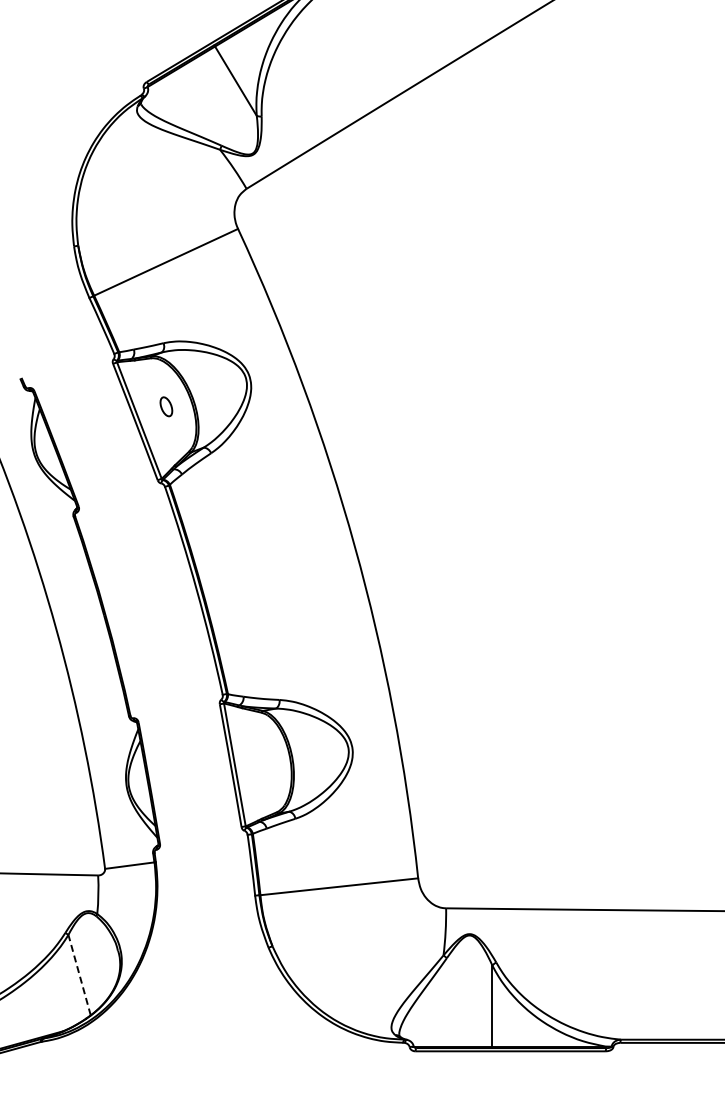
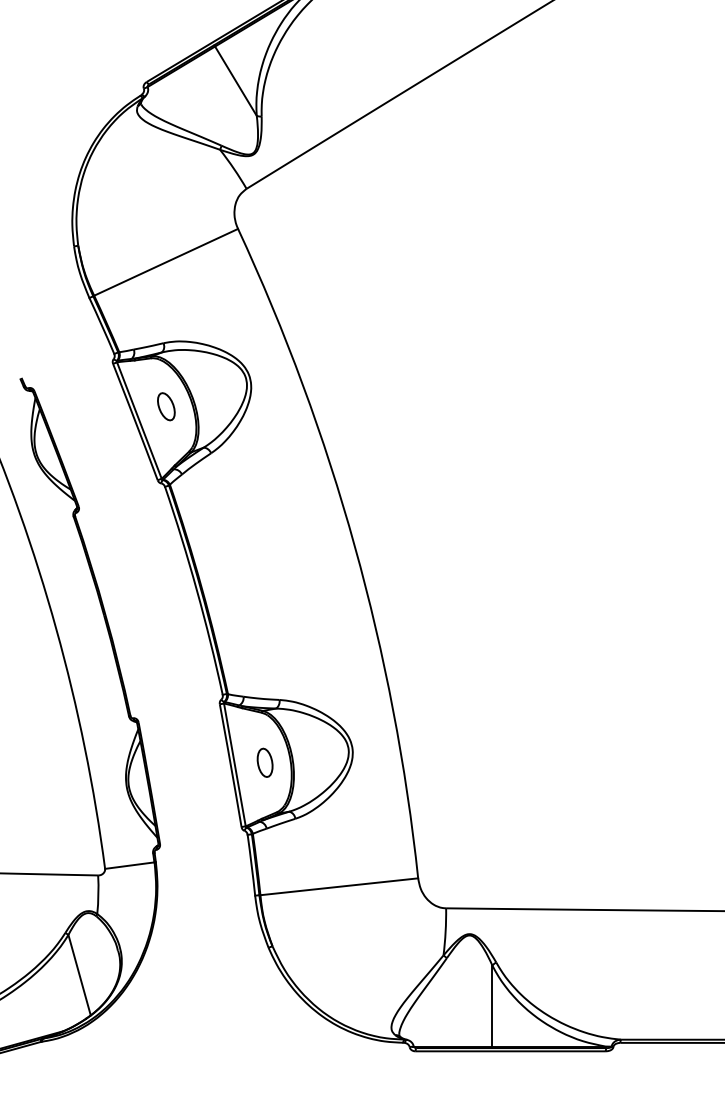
part at (166, 406) size: 15x22 px -> 19x30 px
part at (264, 762): none -> present
line at (79, 975): dashed -> solid
